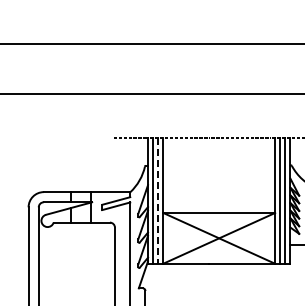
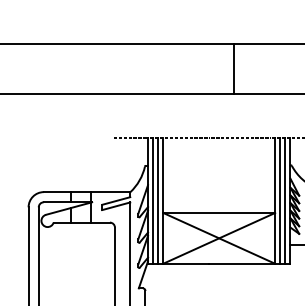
line at (234, 68): none -> present
line at (158, 200): dashed -> solid
